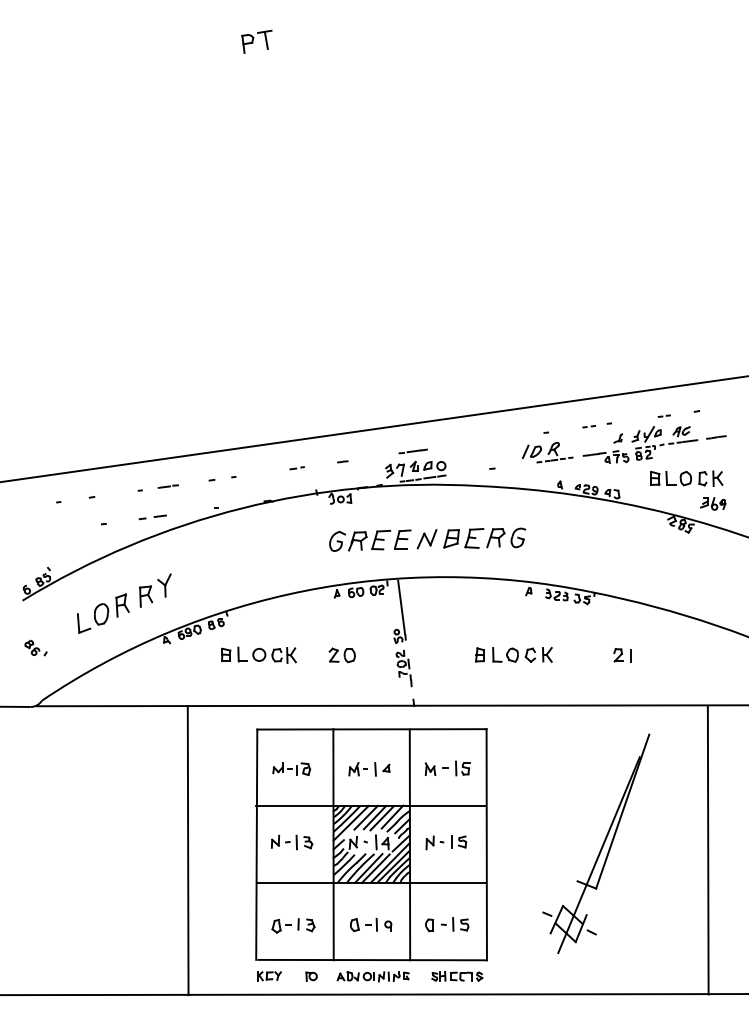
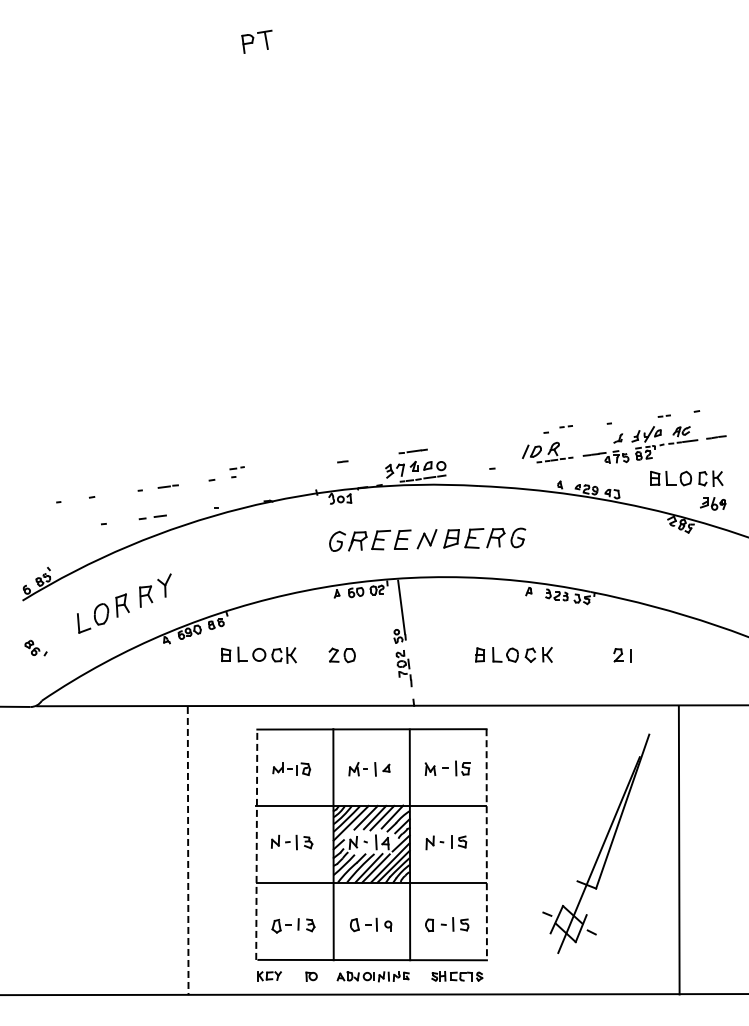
line at (587, 426) position: (587, 426) -> (564, 426)
line at (373, 428): present -> none
line at (296, 468) position: (296, 468) -> (236, 468)
line at (256, 844): solid -> dashed
line at (486, 844): solid -> dashed
line at (707, 850) position: (707, 850) -> (678, 850)
line at (188, 851): solid -> dashed
